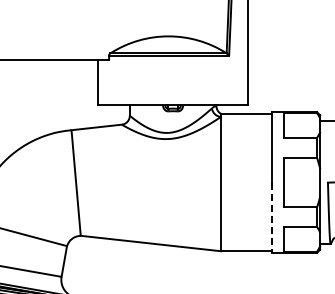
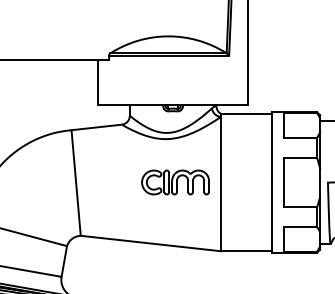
part at (175, 182): none -> present
line at (271, 218): dashed -> solid
